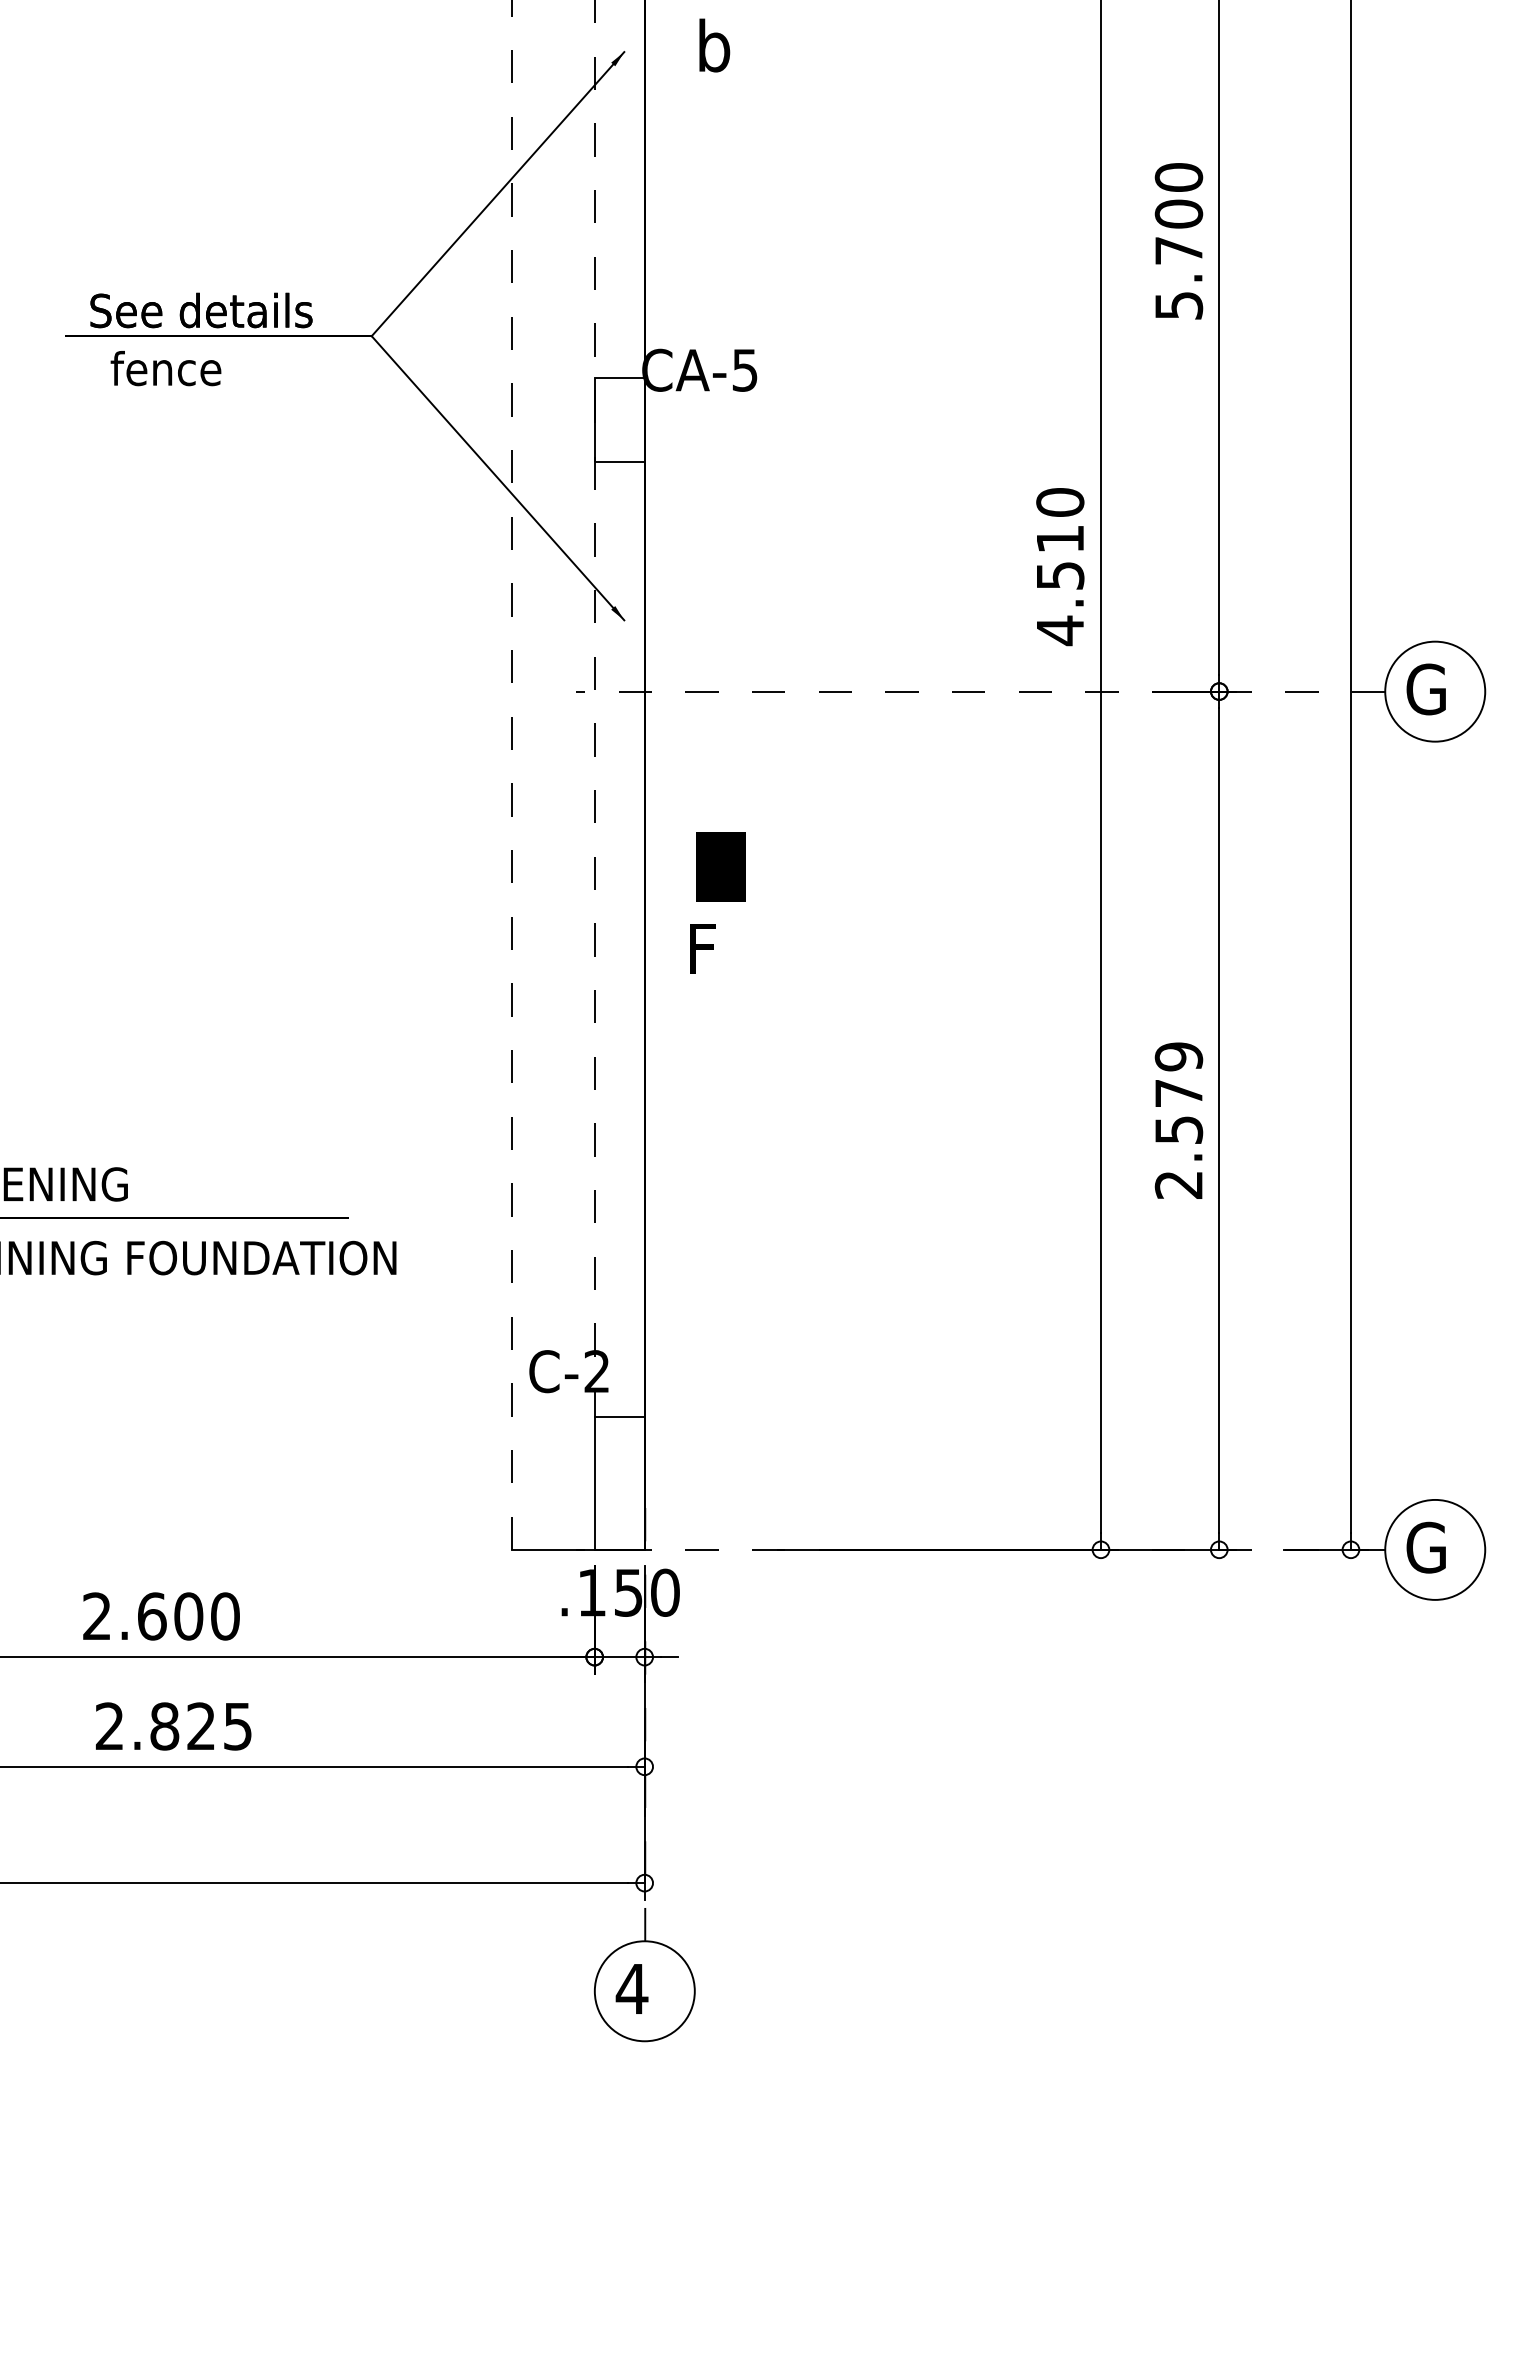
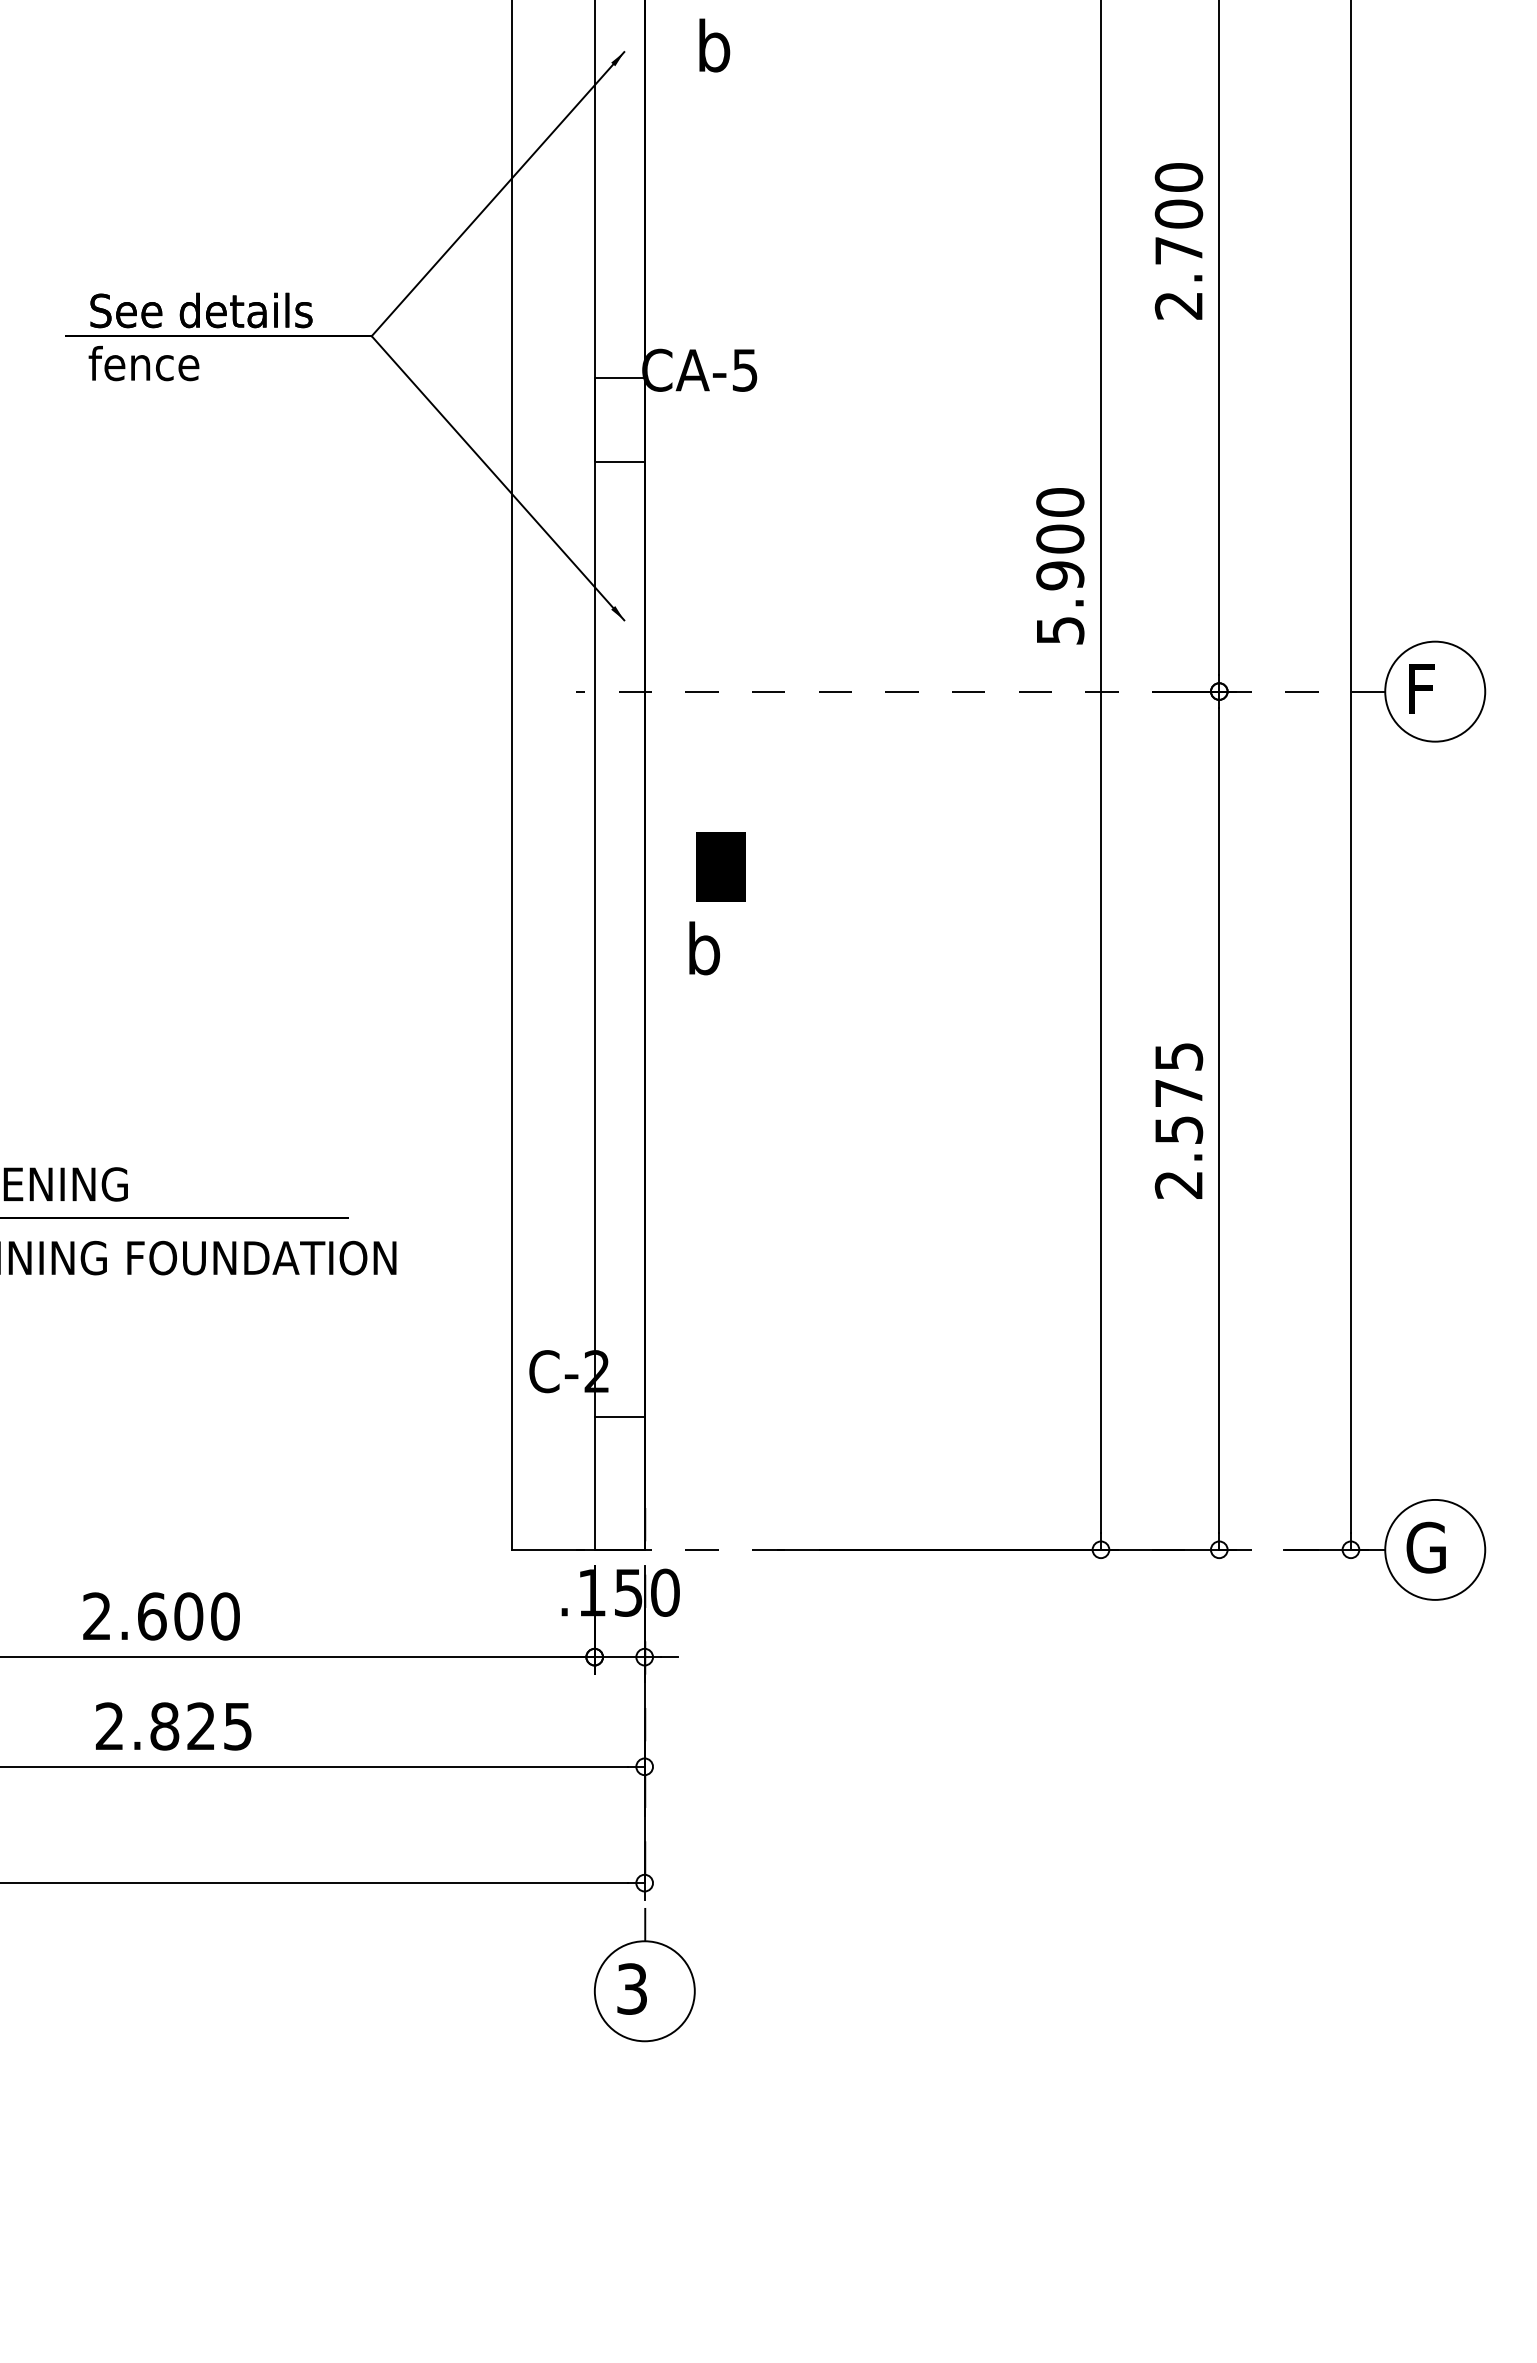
text at (1178, 305): 5.700 -> 2.700
text at (165, 368) position: (165, 368) -> (143, 363)
text at (1060, 585): 4.510 -> 5.900
text at (1425, 689): G -> F
line at (594, 708): dashed -> solid
line at (511, 775): dashed -> solid
text at (704, 948): F -> b
text at (1178, 1056): 2.579 -> 2.575
text at (631, 1988): 4 -> 3
